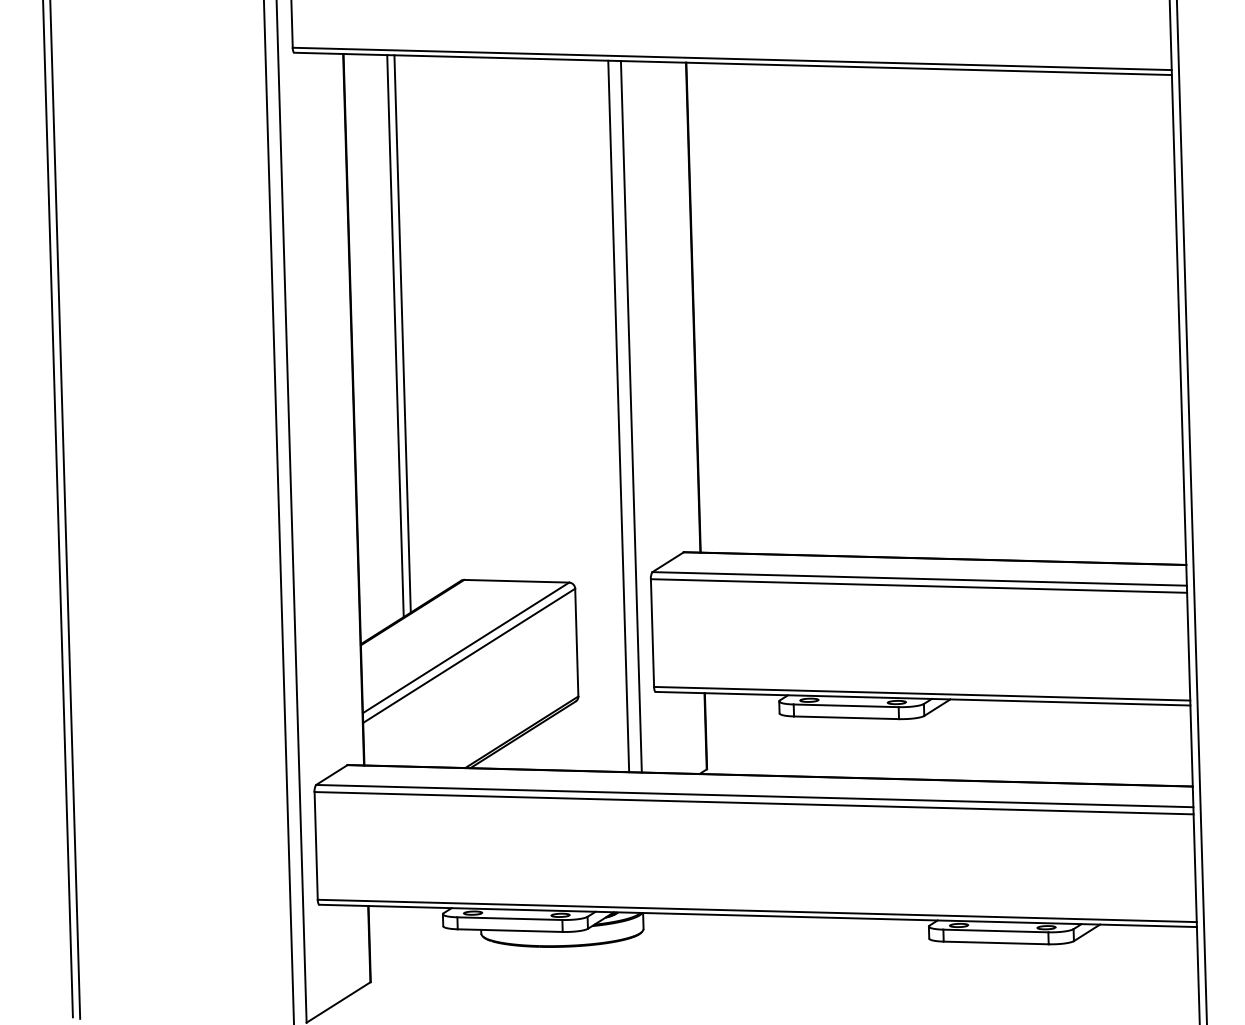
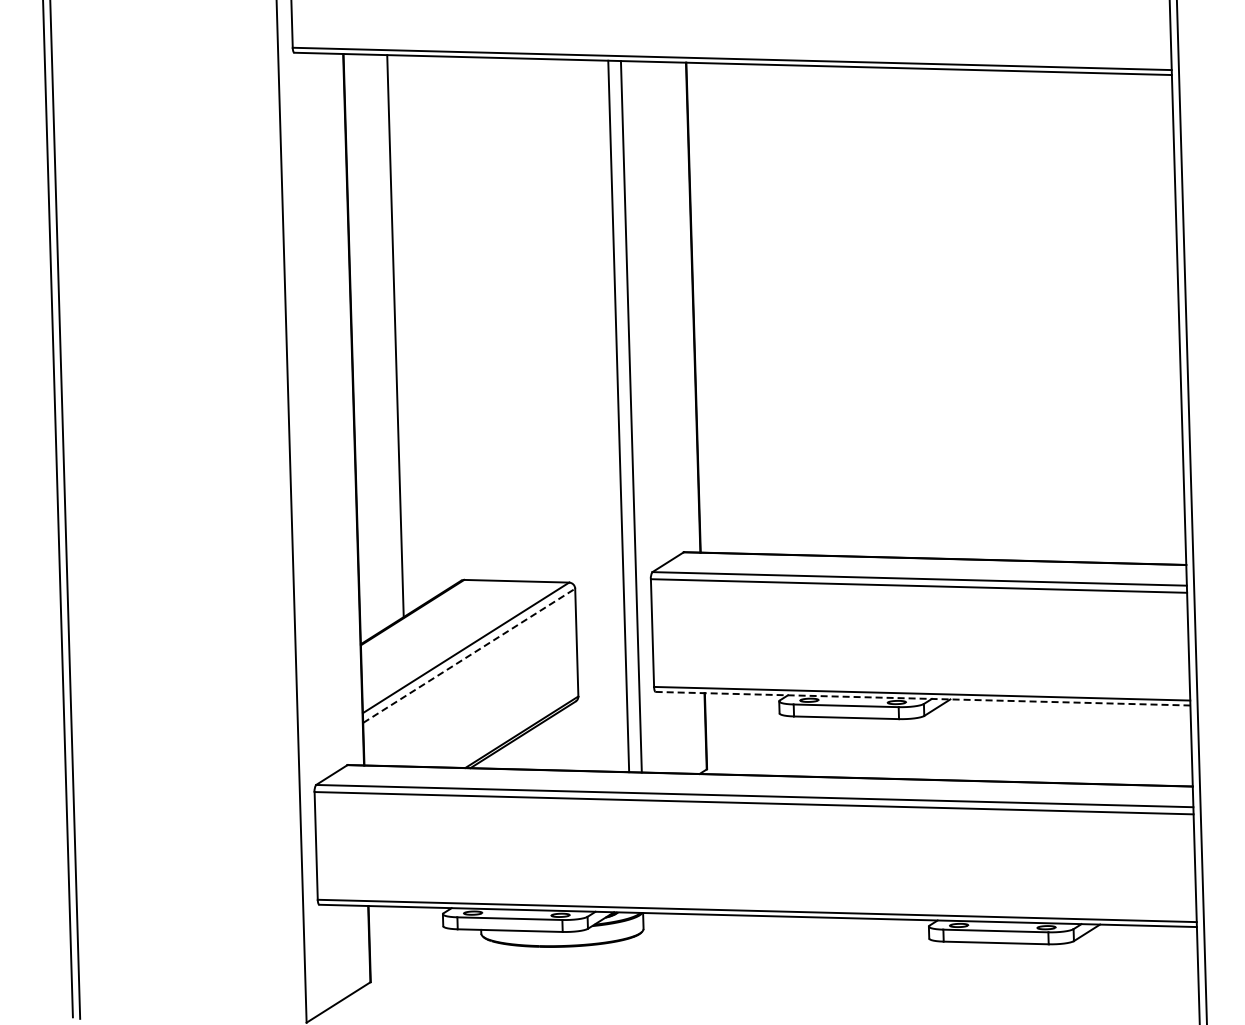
line at (402, 333): present -> none
line at (278, 511): present -> none
line at (469, 655): solid -> dashed
line at (923, 698): solid -> dashed
